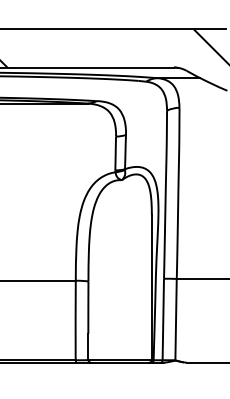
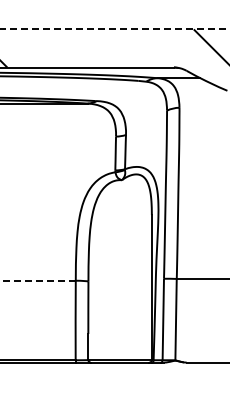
line at (113, 29): solid -> dashed
line at (37, 280): solid -> dashed
